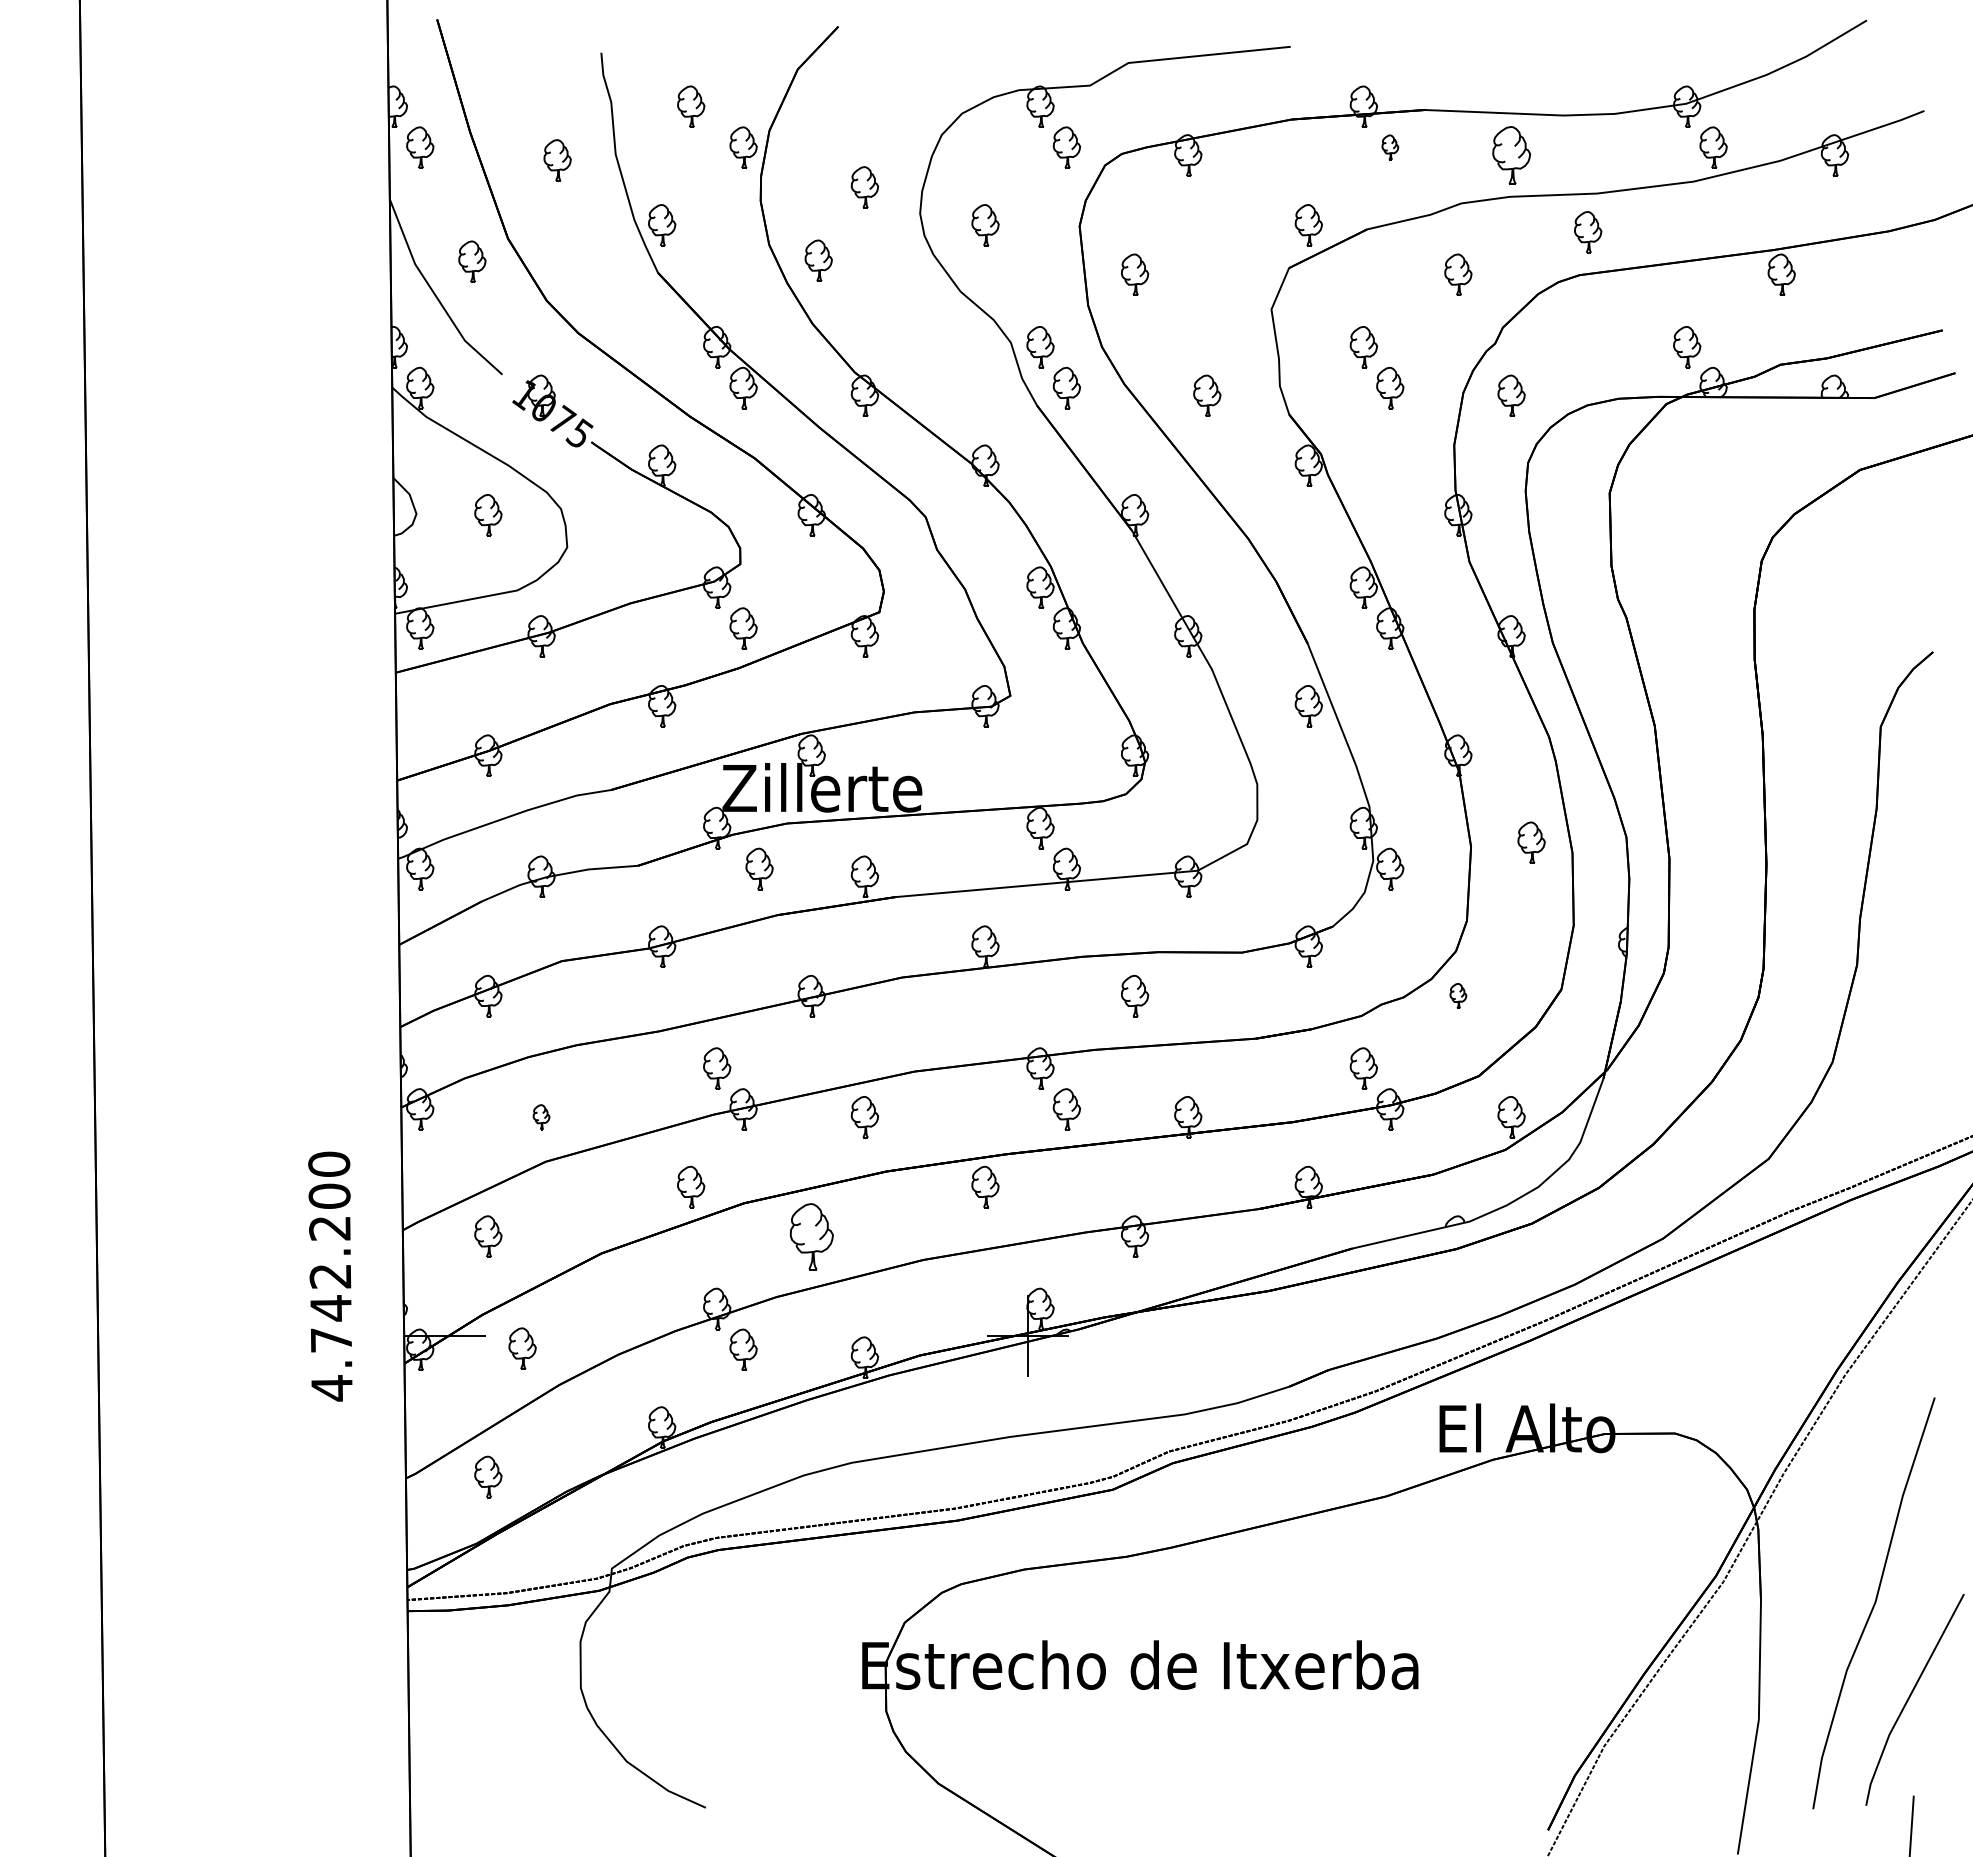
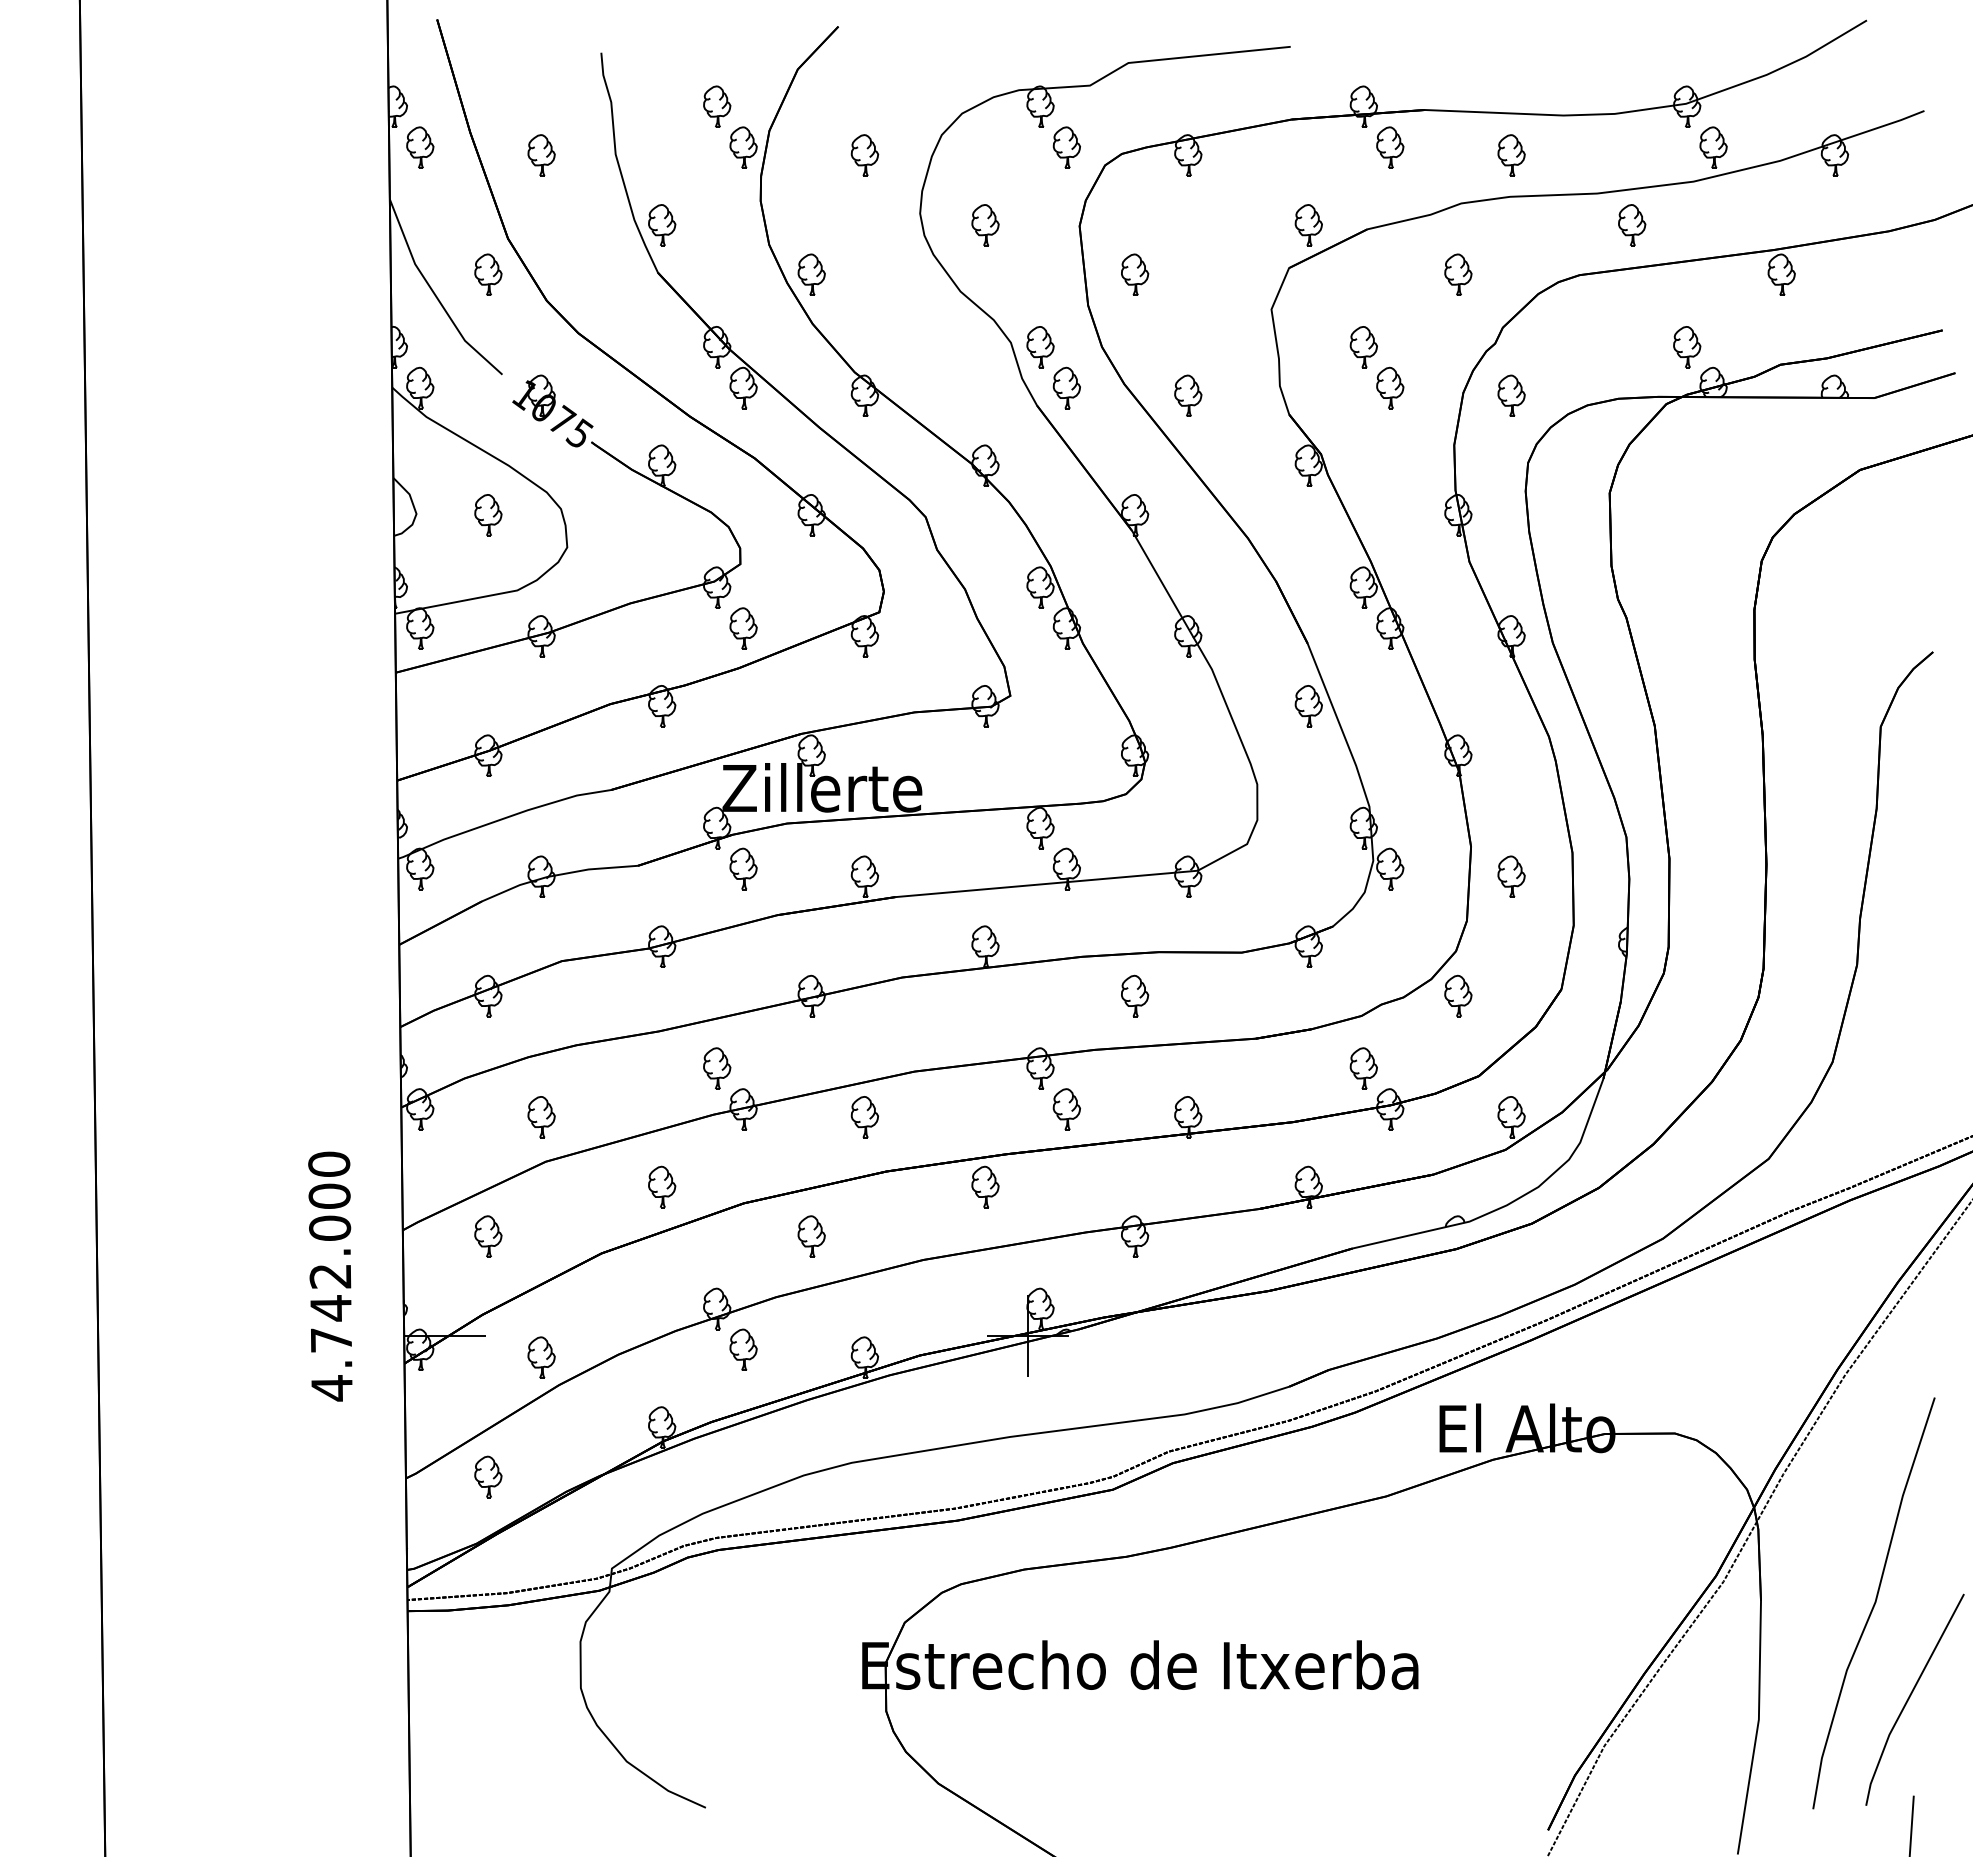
part at (691, 106) position: (691, 106) -> (717, 106)
part at (1390, 147) size: 19x27 px -> 29x43 px
part at (1511, 155) size: 39x59 px -> 29x43 px
part at (557, 160) position: (557, 160) -> (541, 155)
part at (864, 187) position: (864, 187) -> (864, 155)
part at (1588, 232) position: (1588, 232) -> (1632, 225)
part at (818, 260) position: (818, 260) -> (811, 274)
part at (472, 261) position: (472, 261) -> (488, 274)
part at (1207, 395) position: (1207, 395) -> (1188, 395)
part at (1531, 842) position: (1531, 842) -> (1511, 876)
part at (759, 868) position: (759, 868) -> (743, 868)
part at (1458, 995) size: 19x26 px -> 29x44 px
part at (541, 1117) size: 19x27 px -> 29x43 px
part at (691, 1186) position: (691, 1186) -> (662, 1186)
text at (330, 1227): 4.742.200 -> 4.742.000
part at (811, 1236) size: 45x68 px -> 29x43 px
part at (522, 1348) position: (522, 1348) -> (541, 1357)
